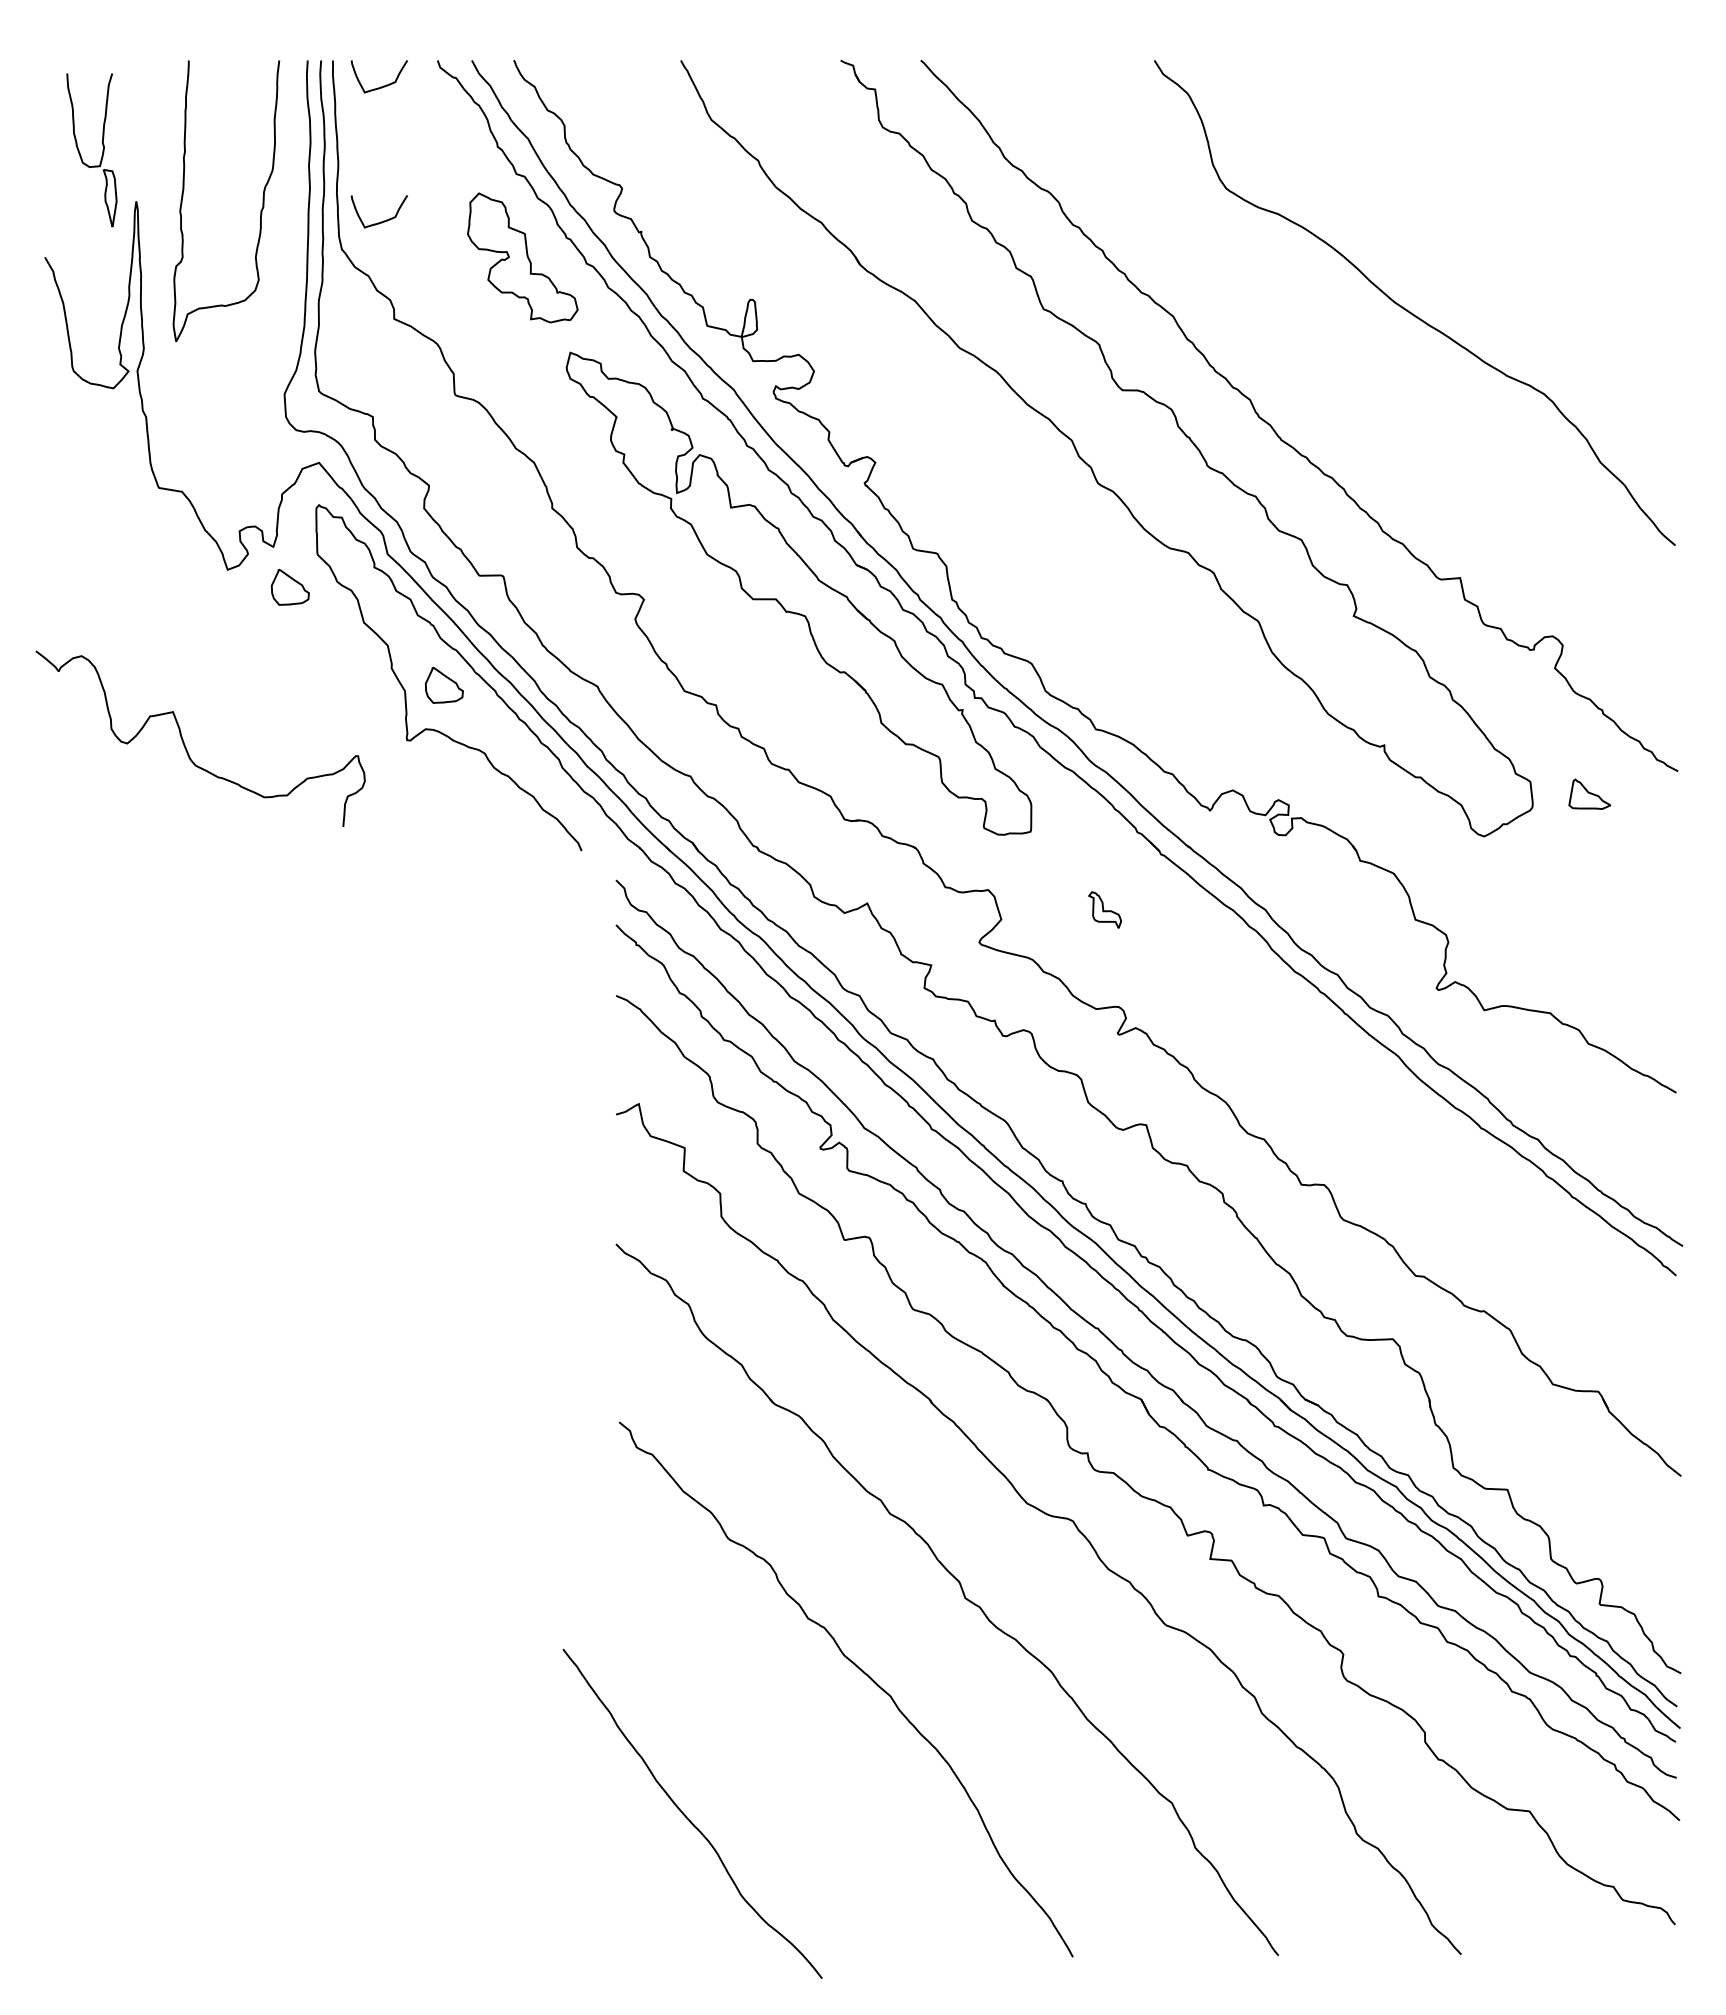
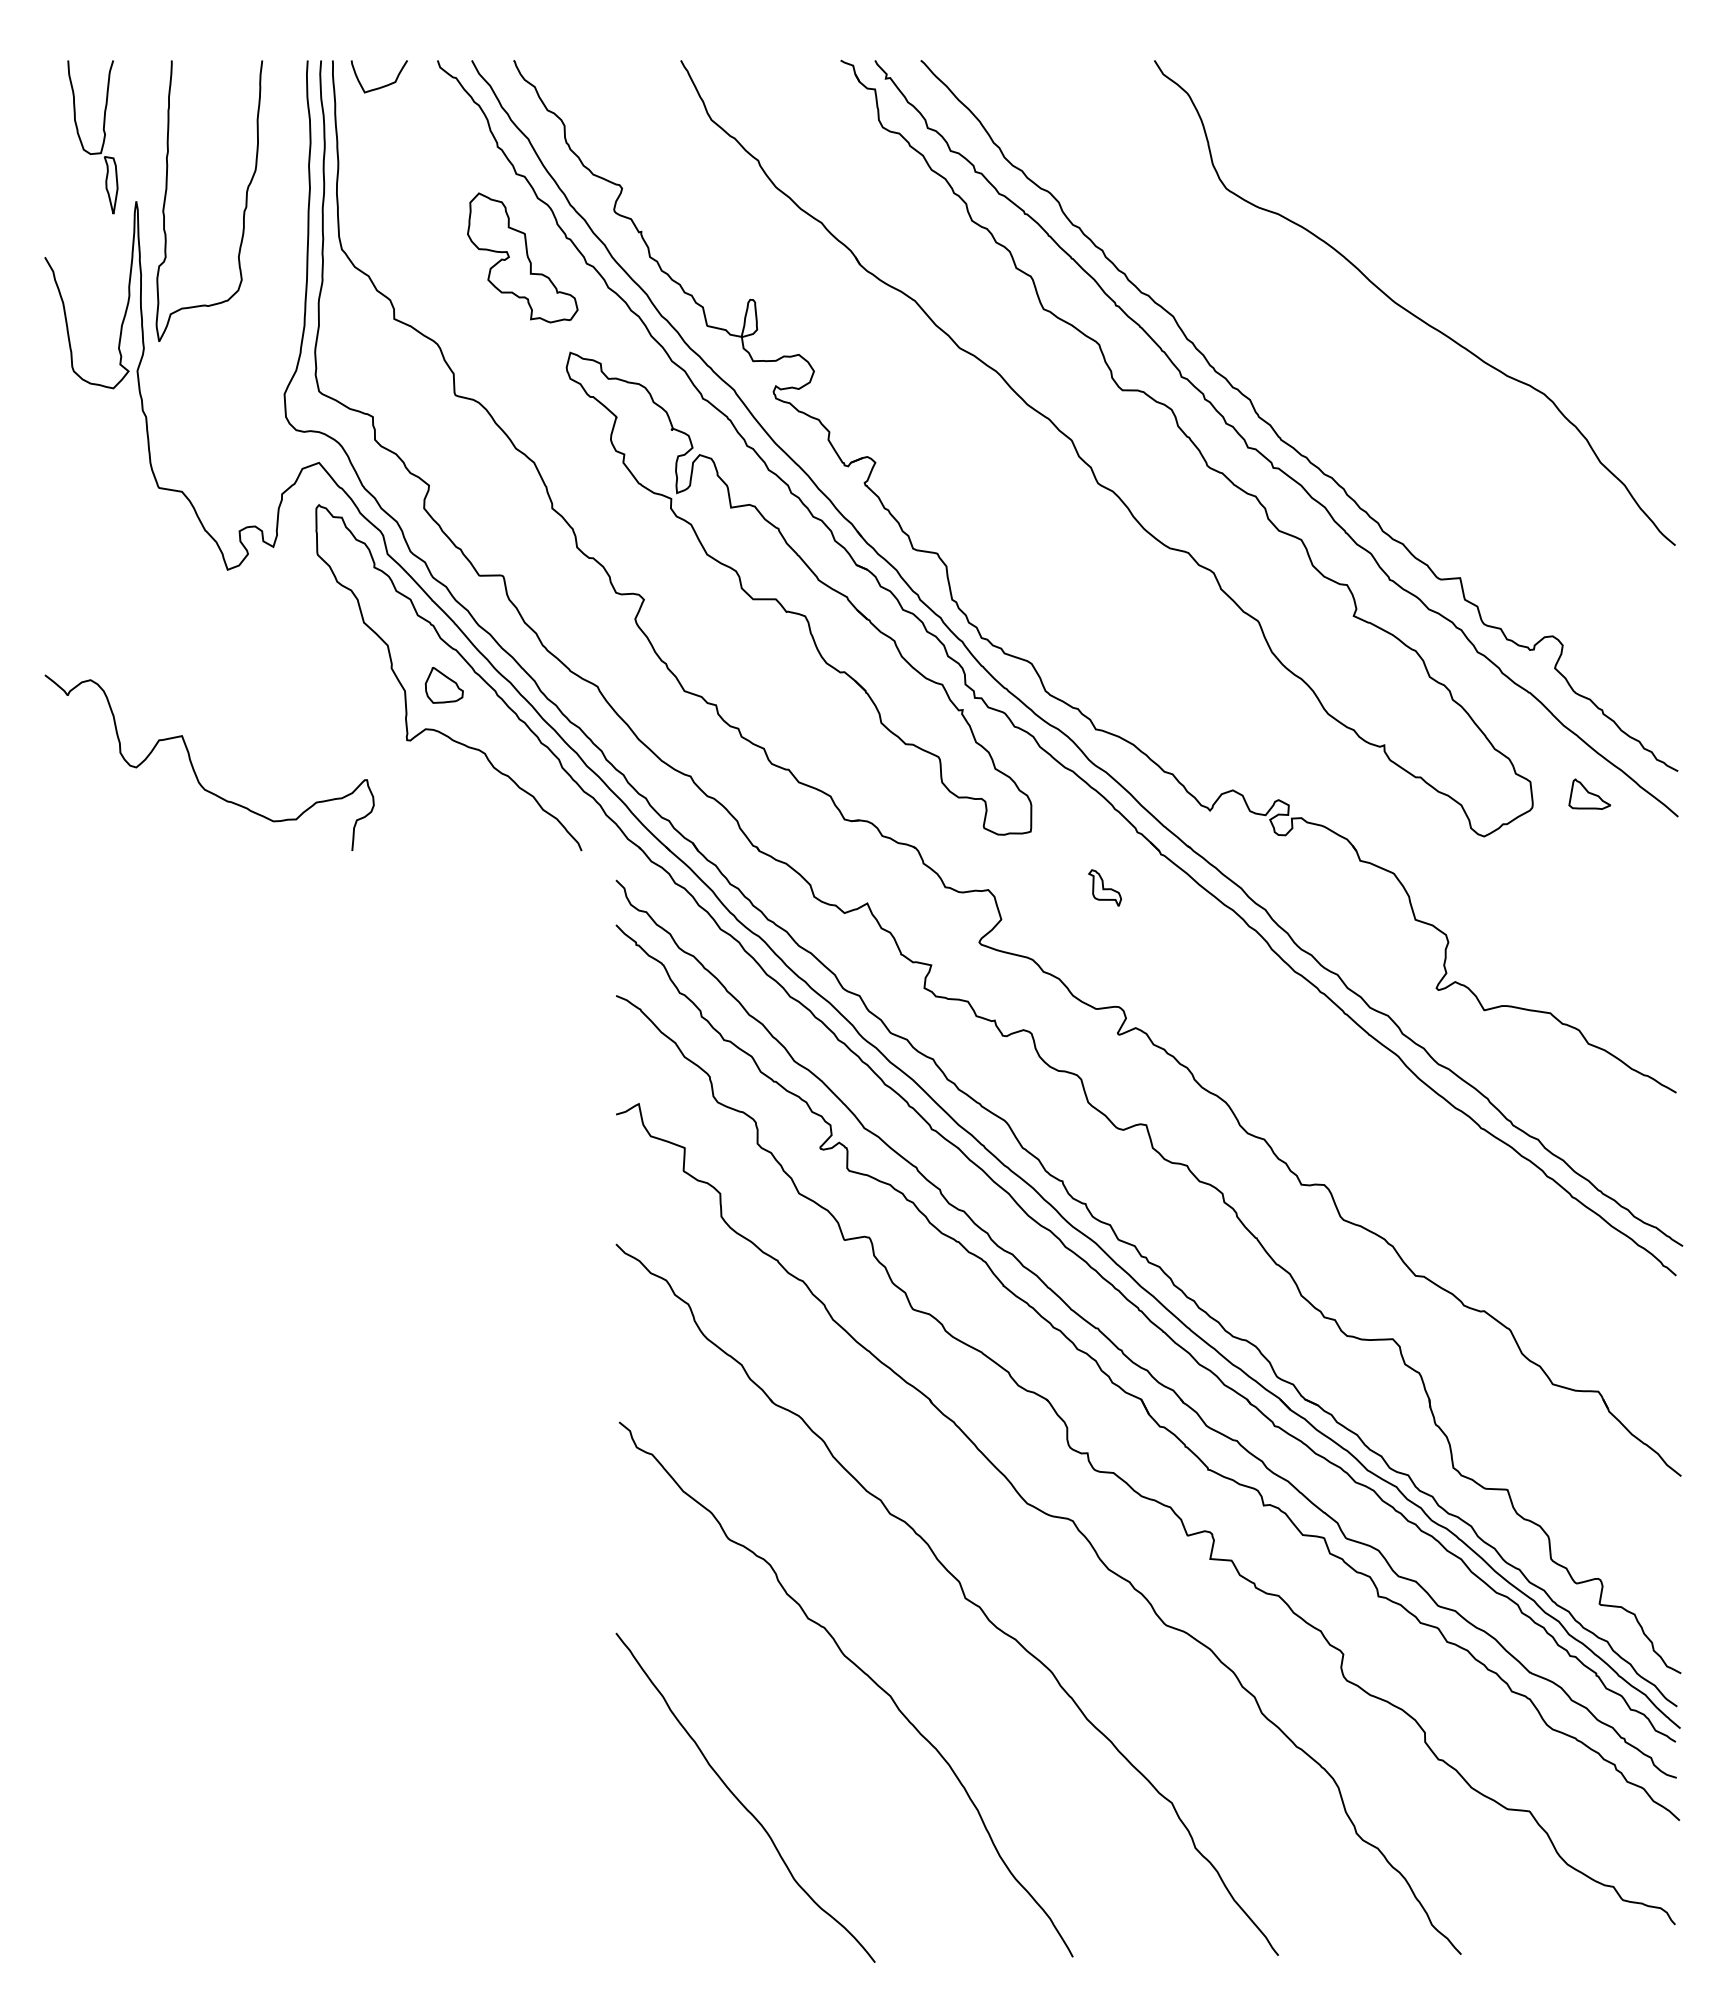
part at (102, 150) position: (102, 150) -> (103, 137)
curve at (260, 210) position: (260, 210) -> (243, 210)
curve at (380, 221): present -> none
curve at (1262, 453): none -> present
part at (290, 586): present -> none
curve at (185, 744) position: (185, 744) -> (194, 768)
part at (1105, 909) position: (1105, 909) -> (1105, 887)
curve at (686, 1815) position: (686, 1815) -> (739, 1799)
